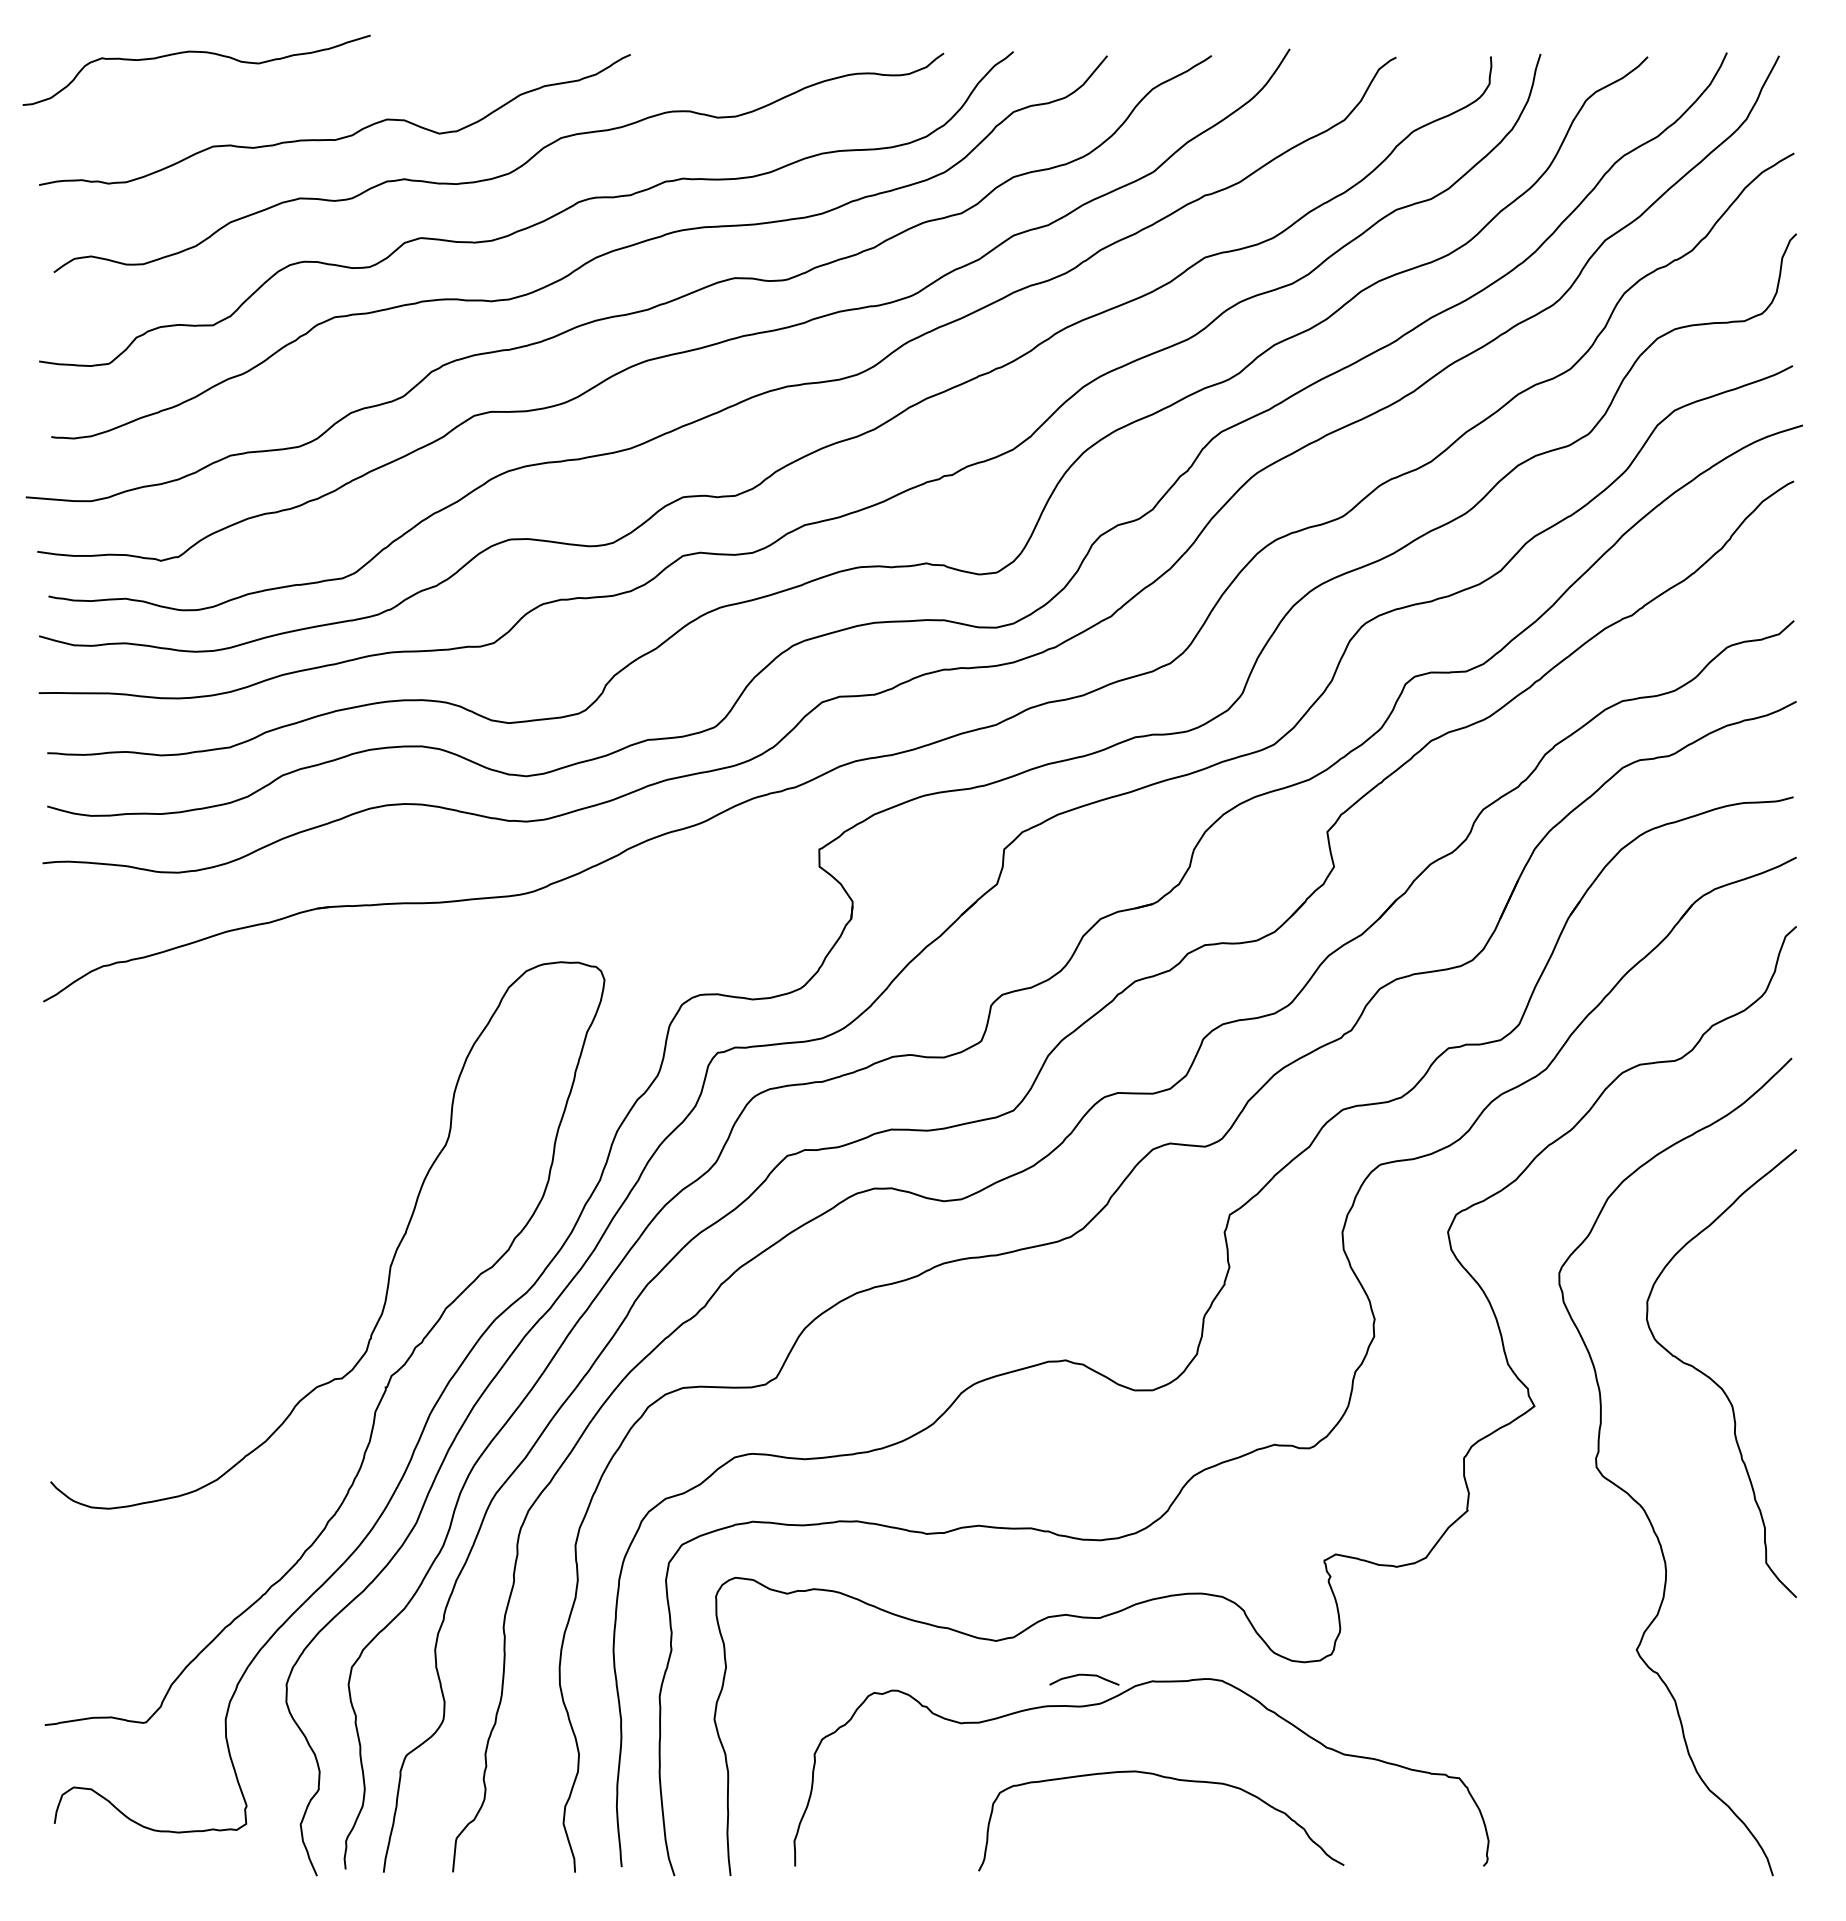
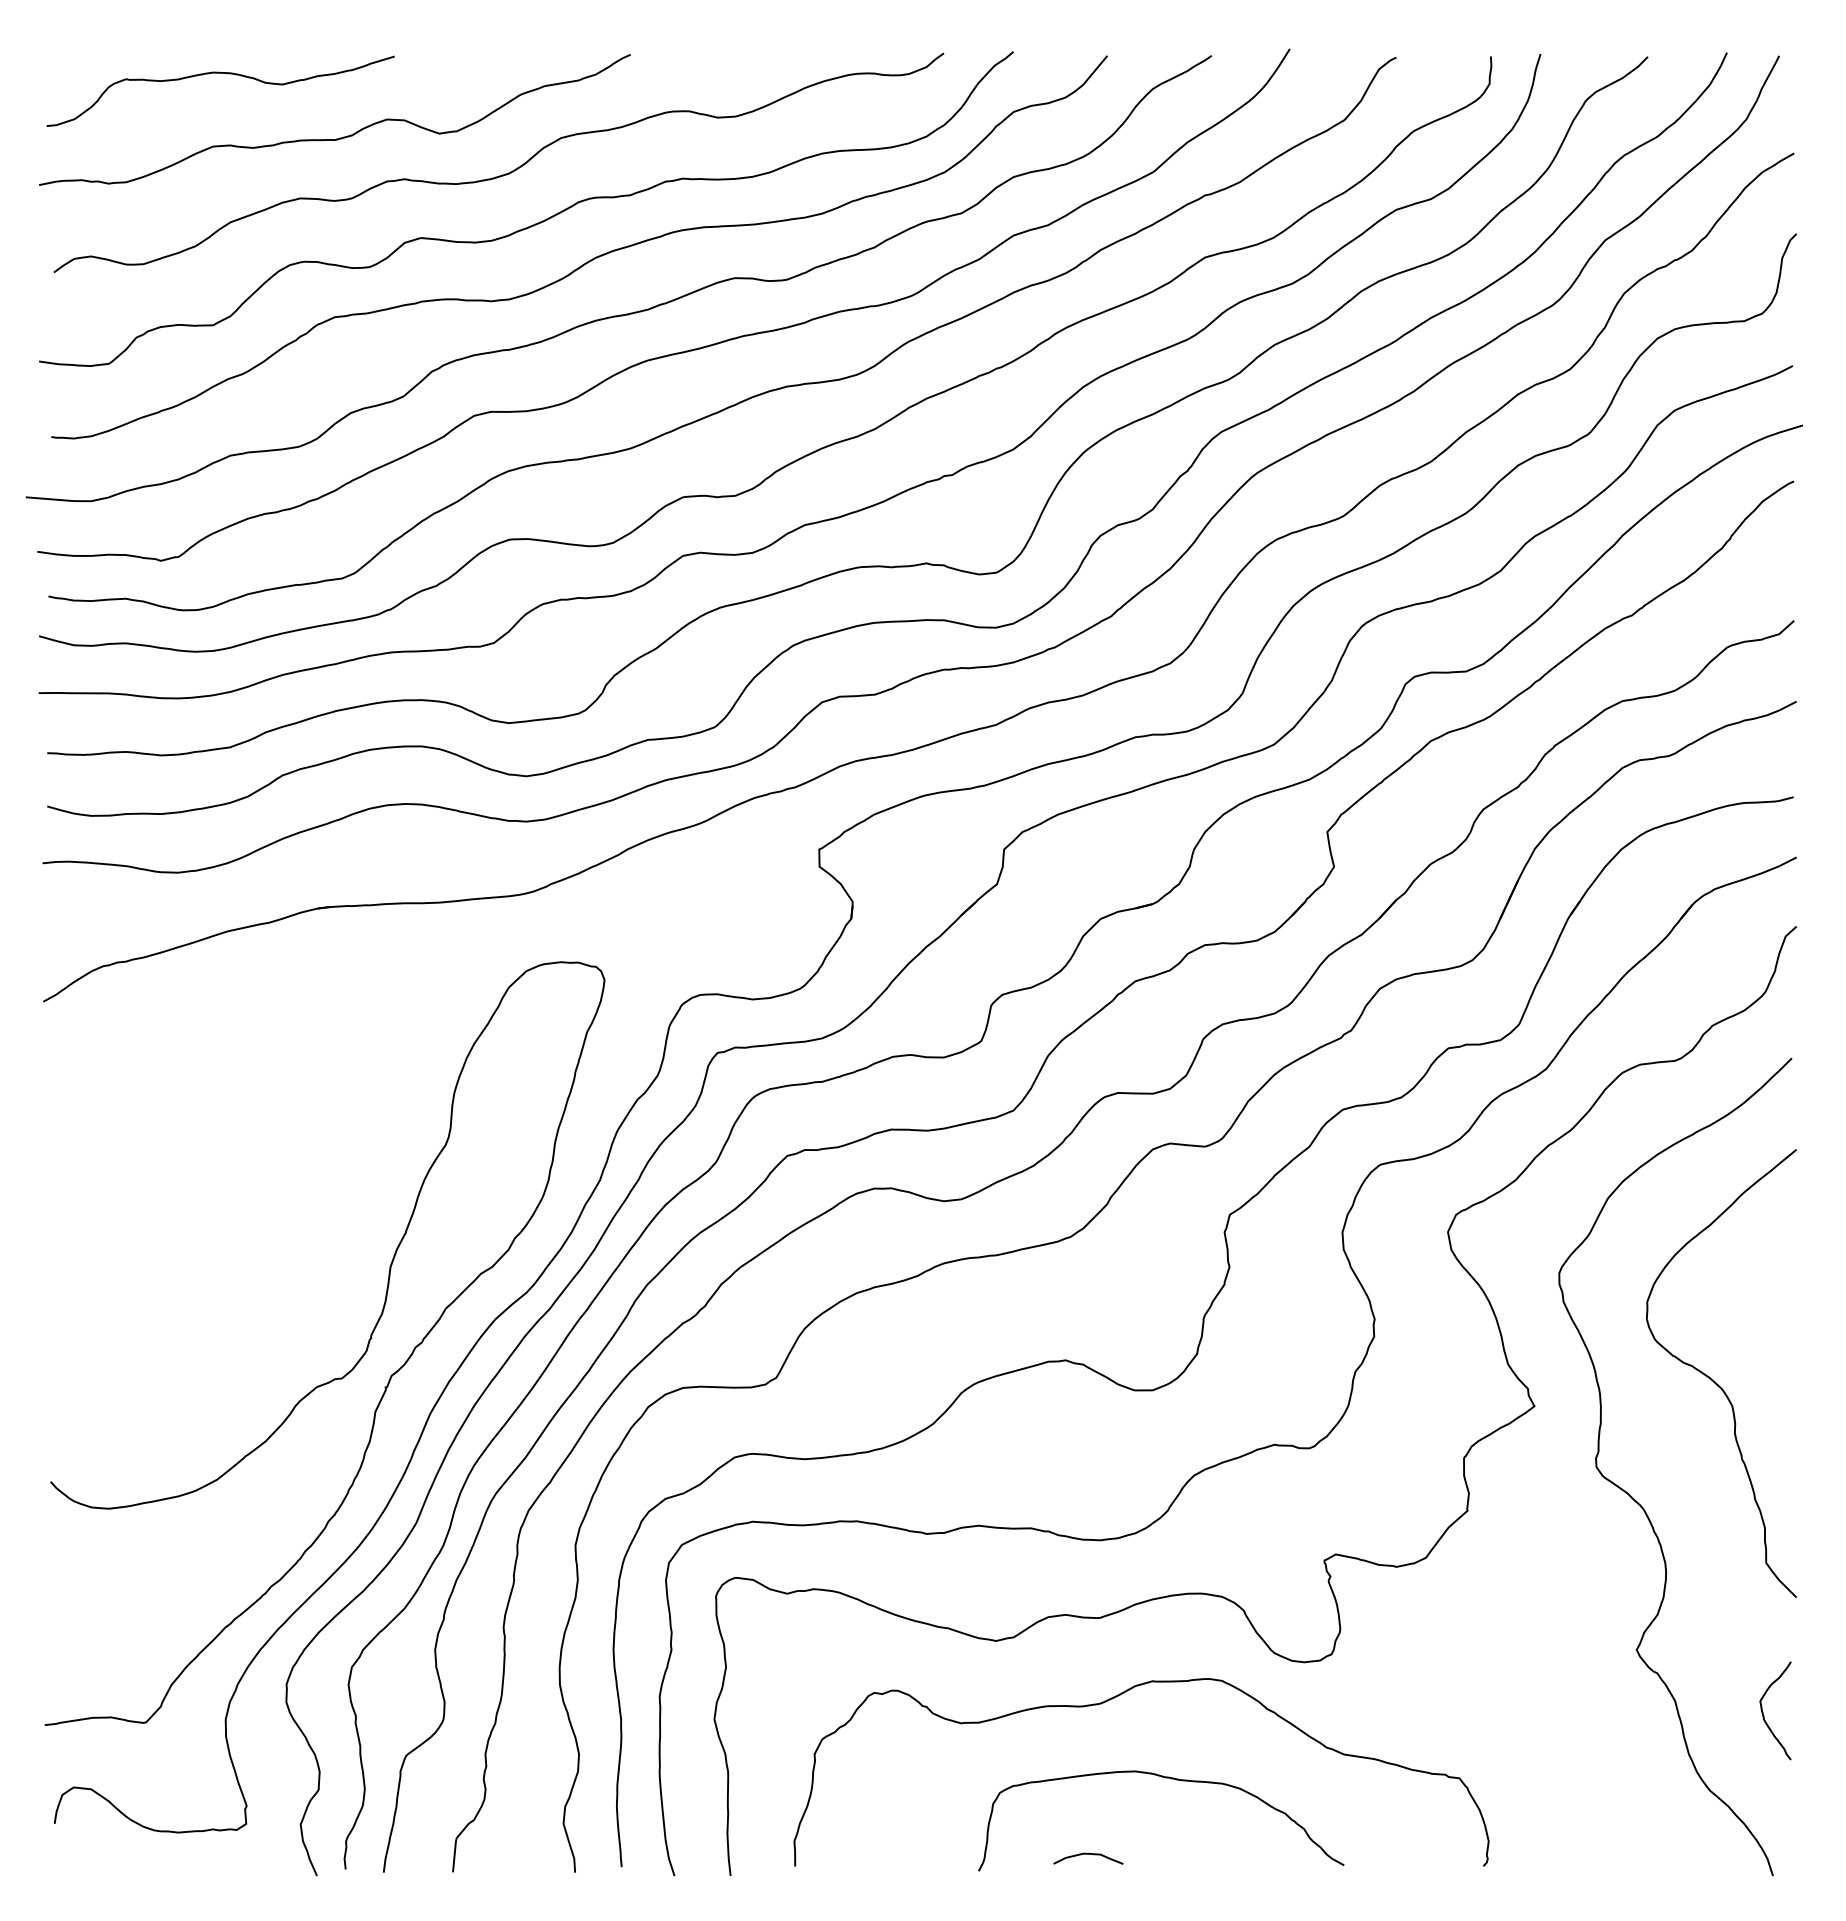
curve at (196, 52) position: (196, 52) -> (220, 73)
curve at (1084, 1675) position: (1084, 1675) -> (1088, 1854)
curve at (1763, 1711): none -> present
